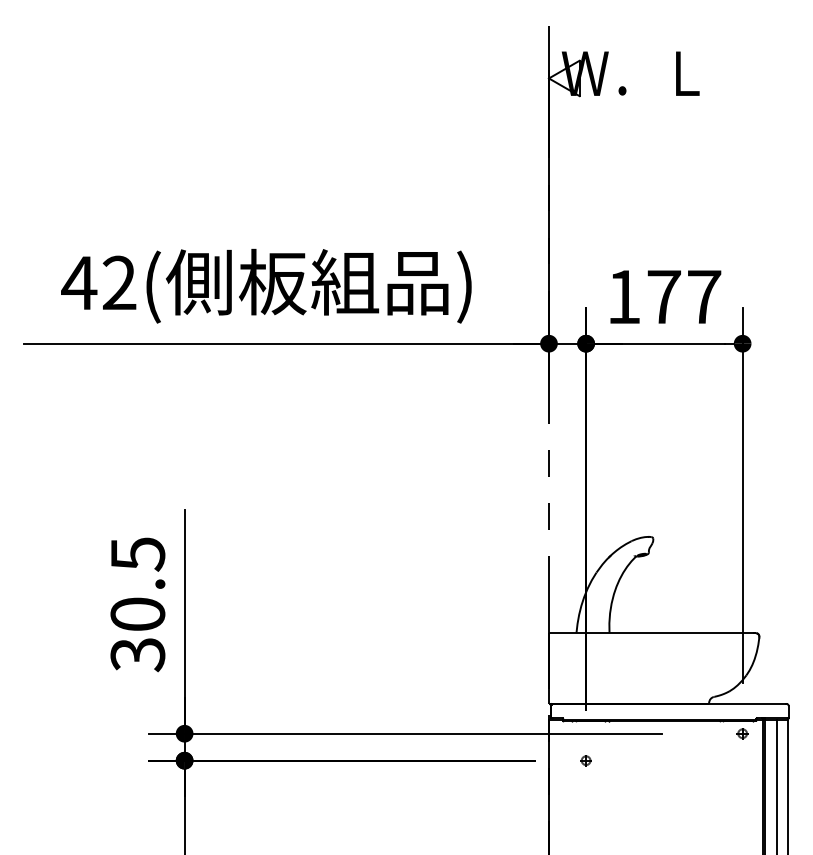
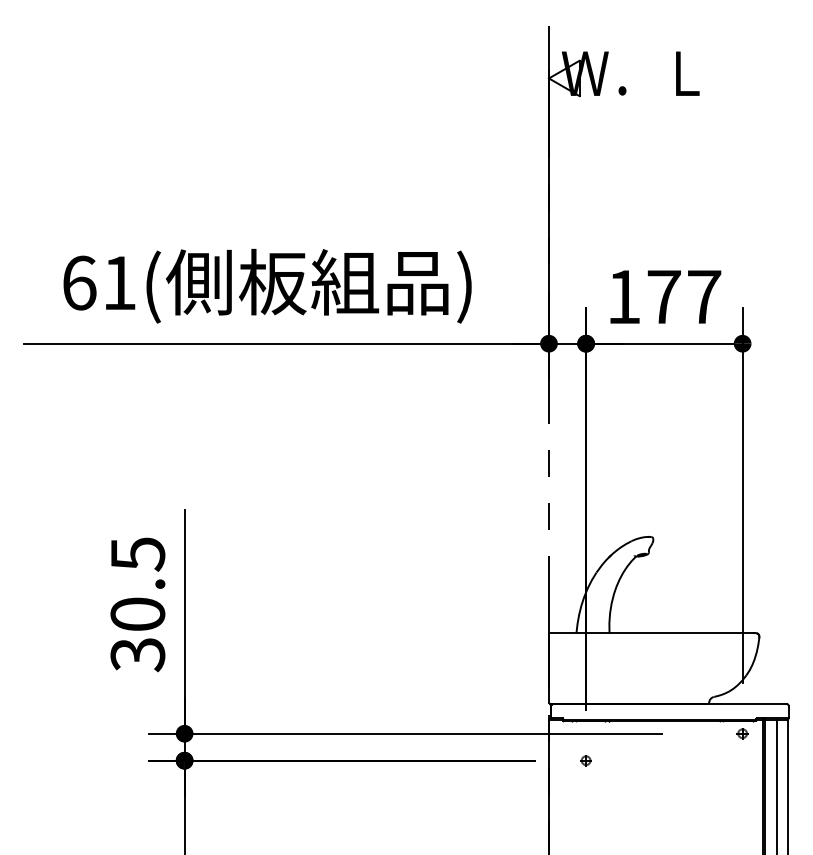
text at (98, 282): 42( -> 61(
